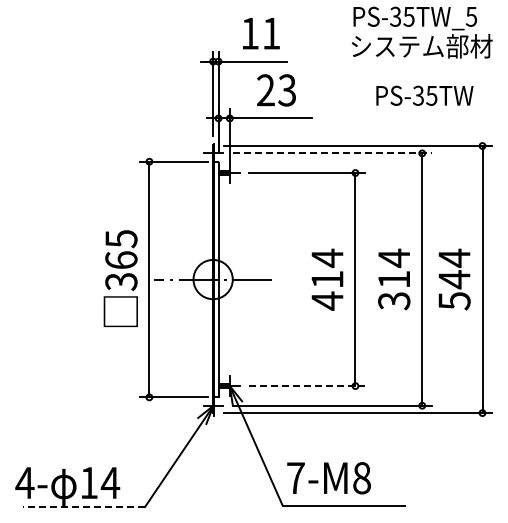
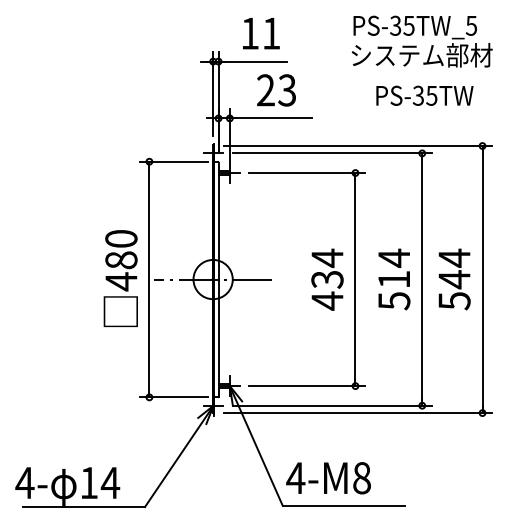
text at (421, 32) position: (421, 32) -> (421, 41)
line at (333, 153): dashed -> solid
text at (121, 260): 365 -> 480
text at (327, 279): 414 -> 434
text at (393, 301): 314 -> 514
line at (307, 386): dashed -> solid
text at (295, 477): 7-M8 -> 4-M8
line at (83, 507): dashed -> solid
